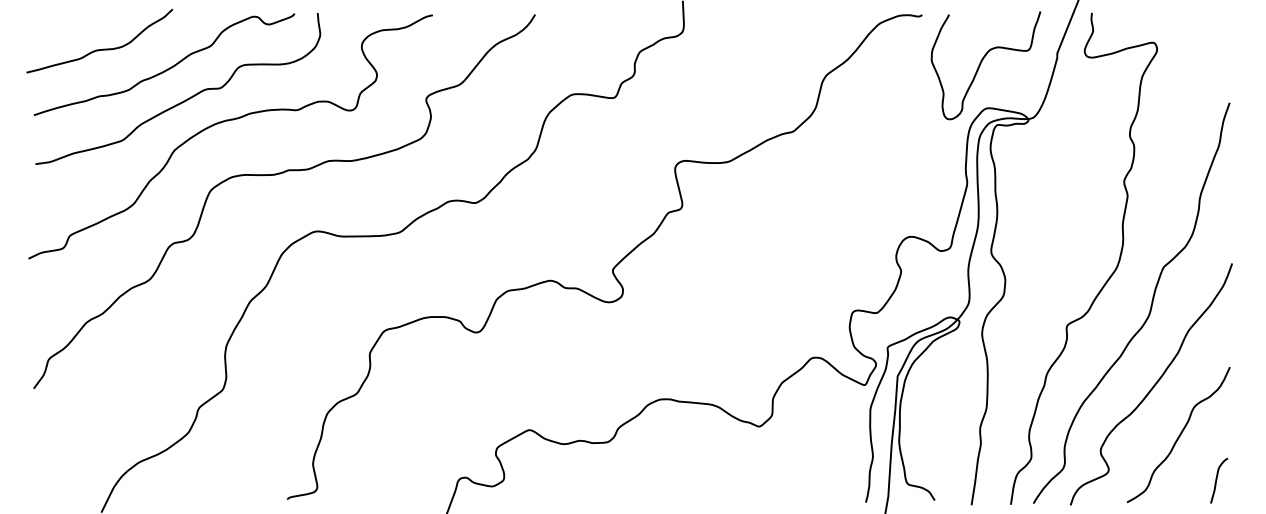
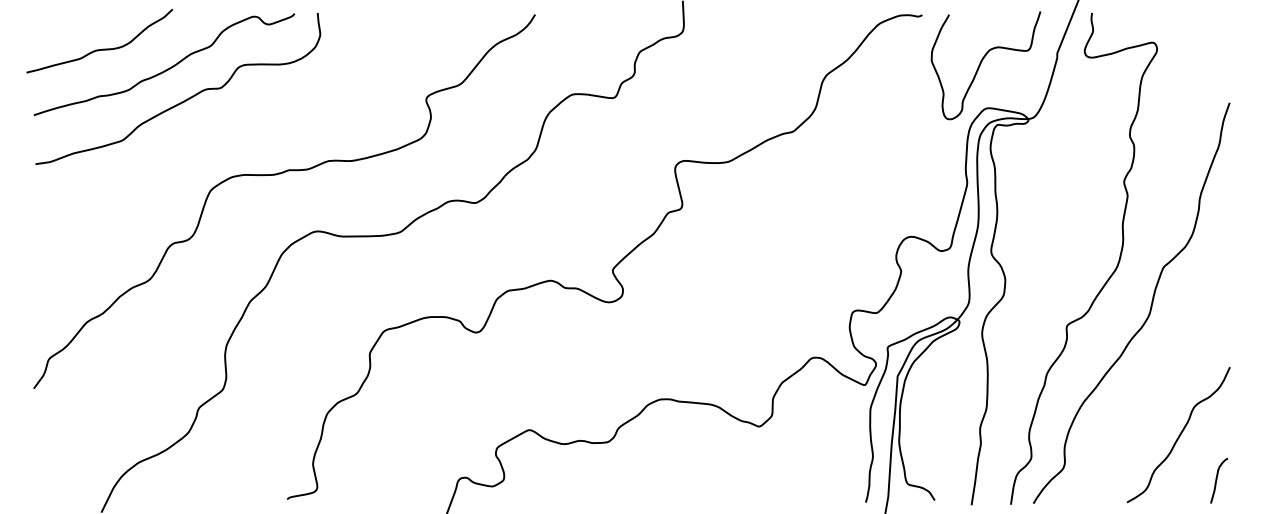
curve at (228, 121): present -> none
curve at (1153, 385): present -> none
